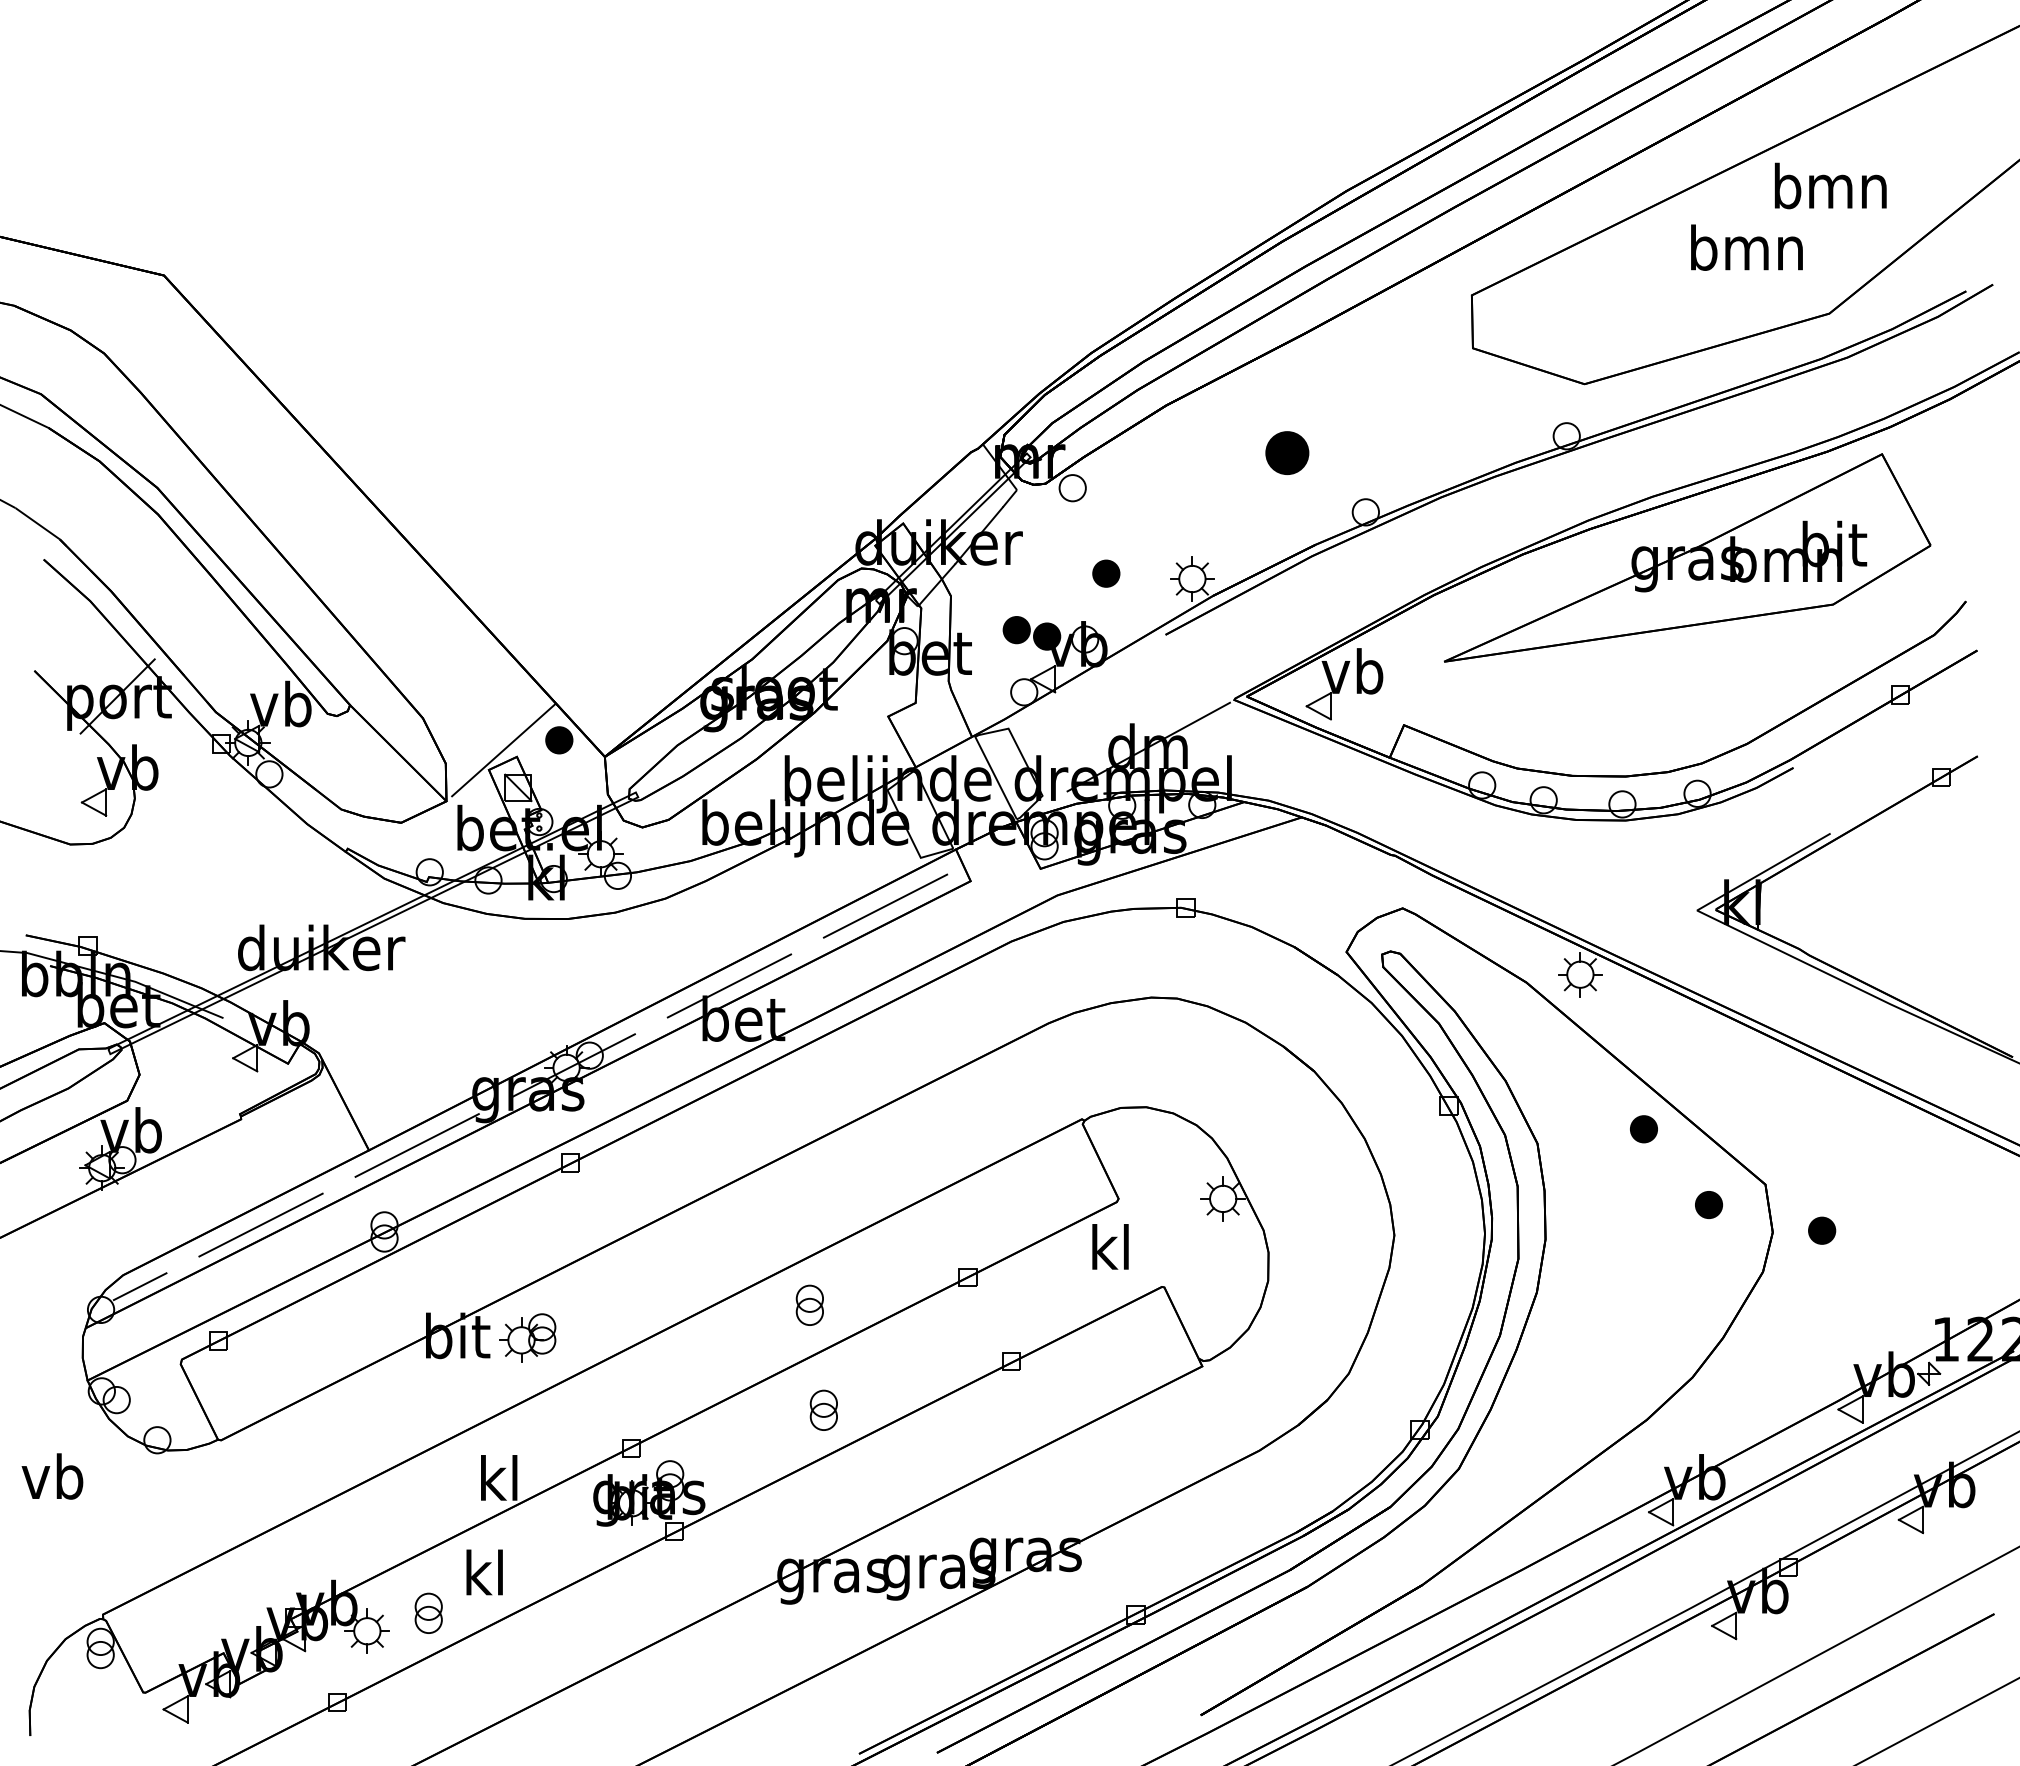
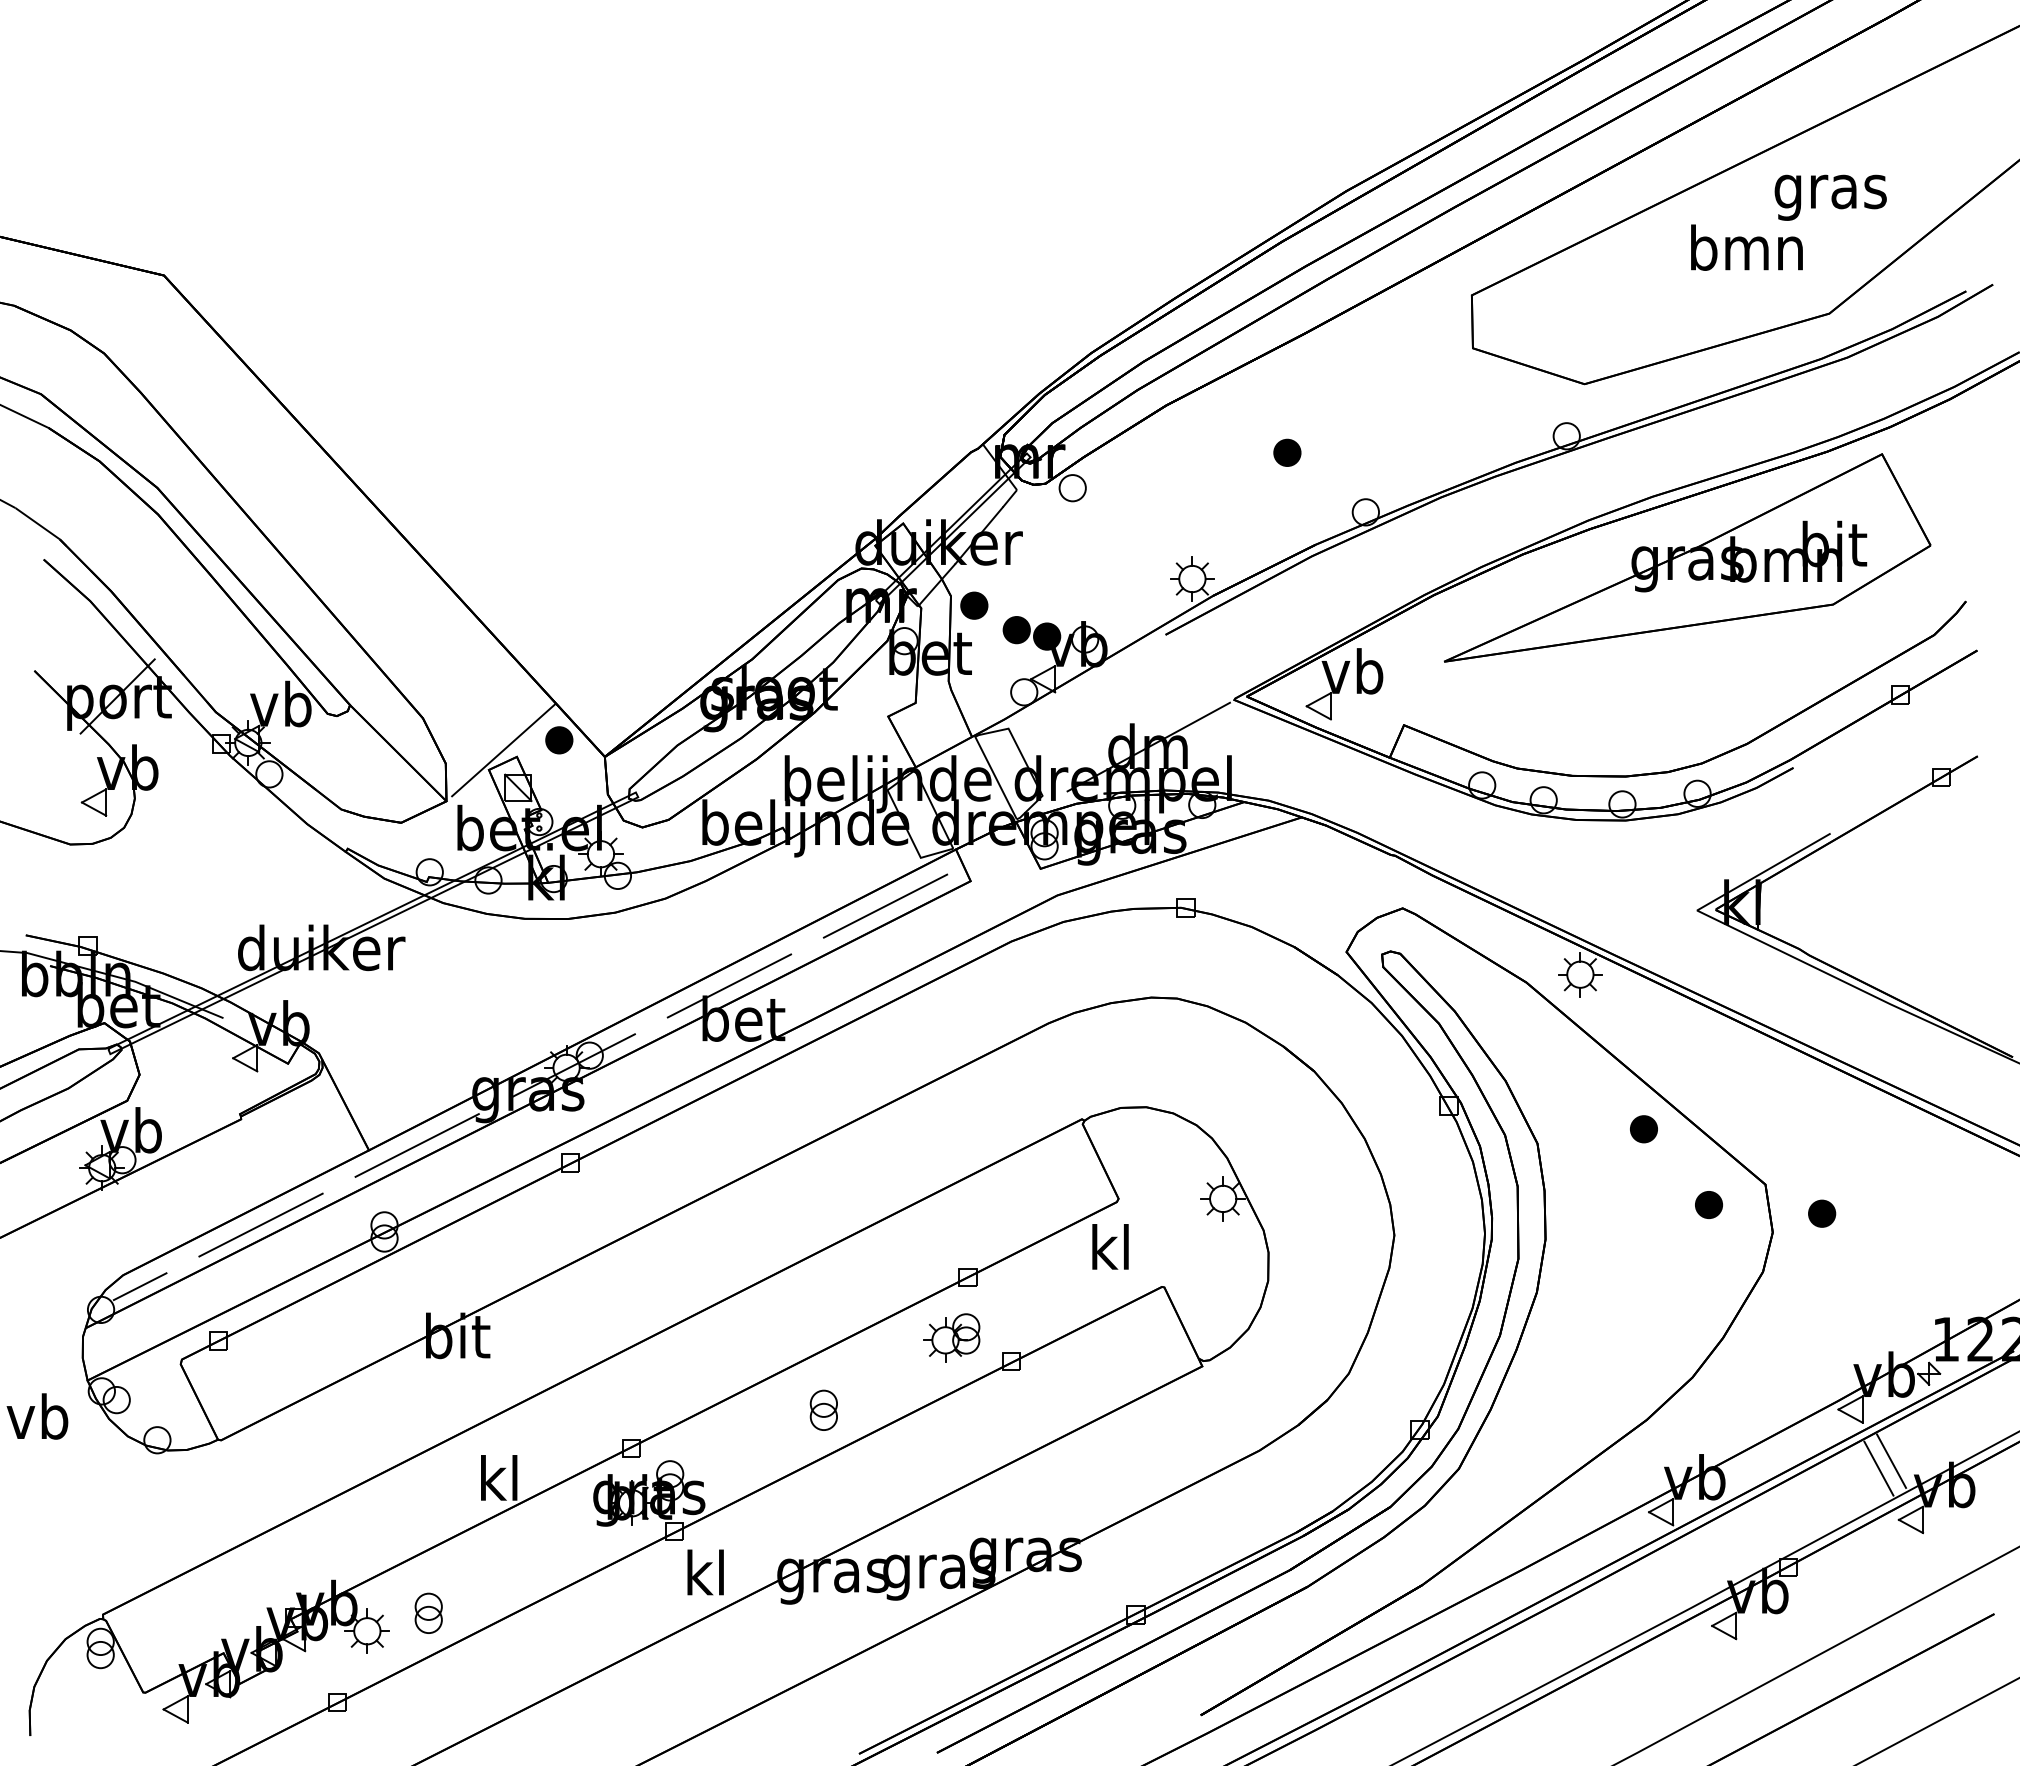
text at (1830, 191): bmn -> gras
part at (1287, 452) size: 45x44 px -> 29x29 px
part at (1106, 573) position: (1106, 573) -> (974, 605)
part at (1822, 1230) position: (1822, 1230) -> (1822, 1213)
part at (809, 1304): present -> none
part at (527, 1337) position: (527, 1337) -> (951, 1337)
line at (1891, 1460): none -> present
line at (1878, 1468): none -> present
text at (52, 1476) position: (52, 1476) -> (37, 1416)
text at (484, 1572) position: (484, 1572) -> (705, 1572)
